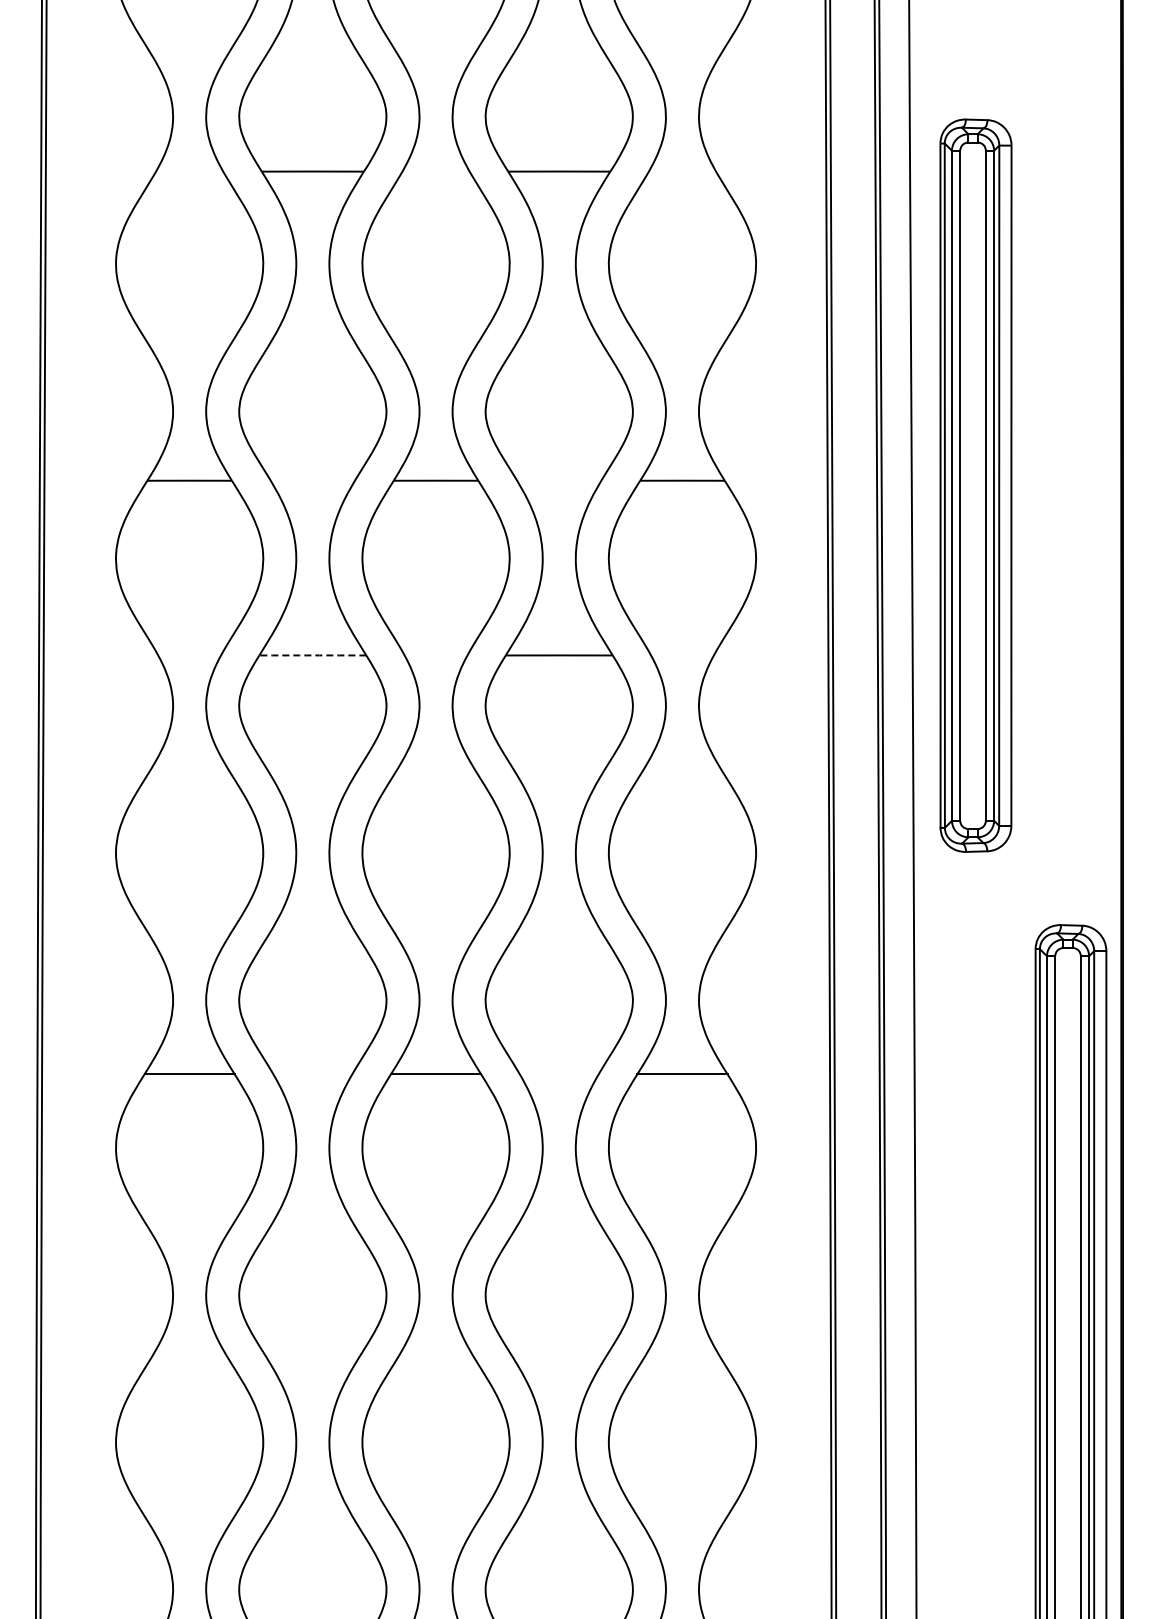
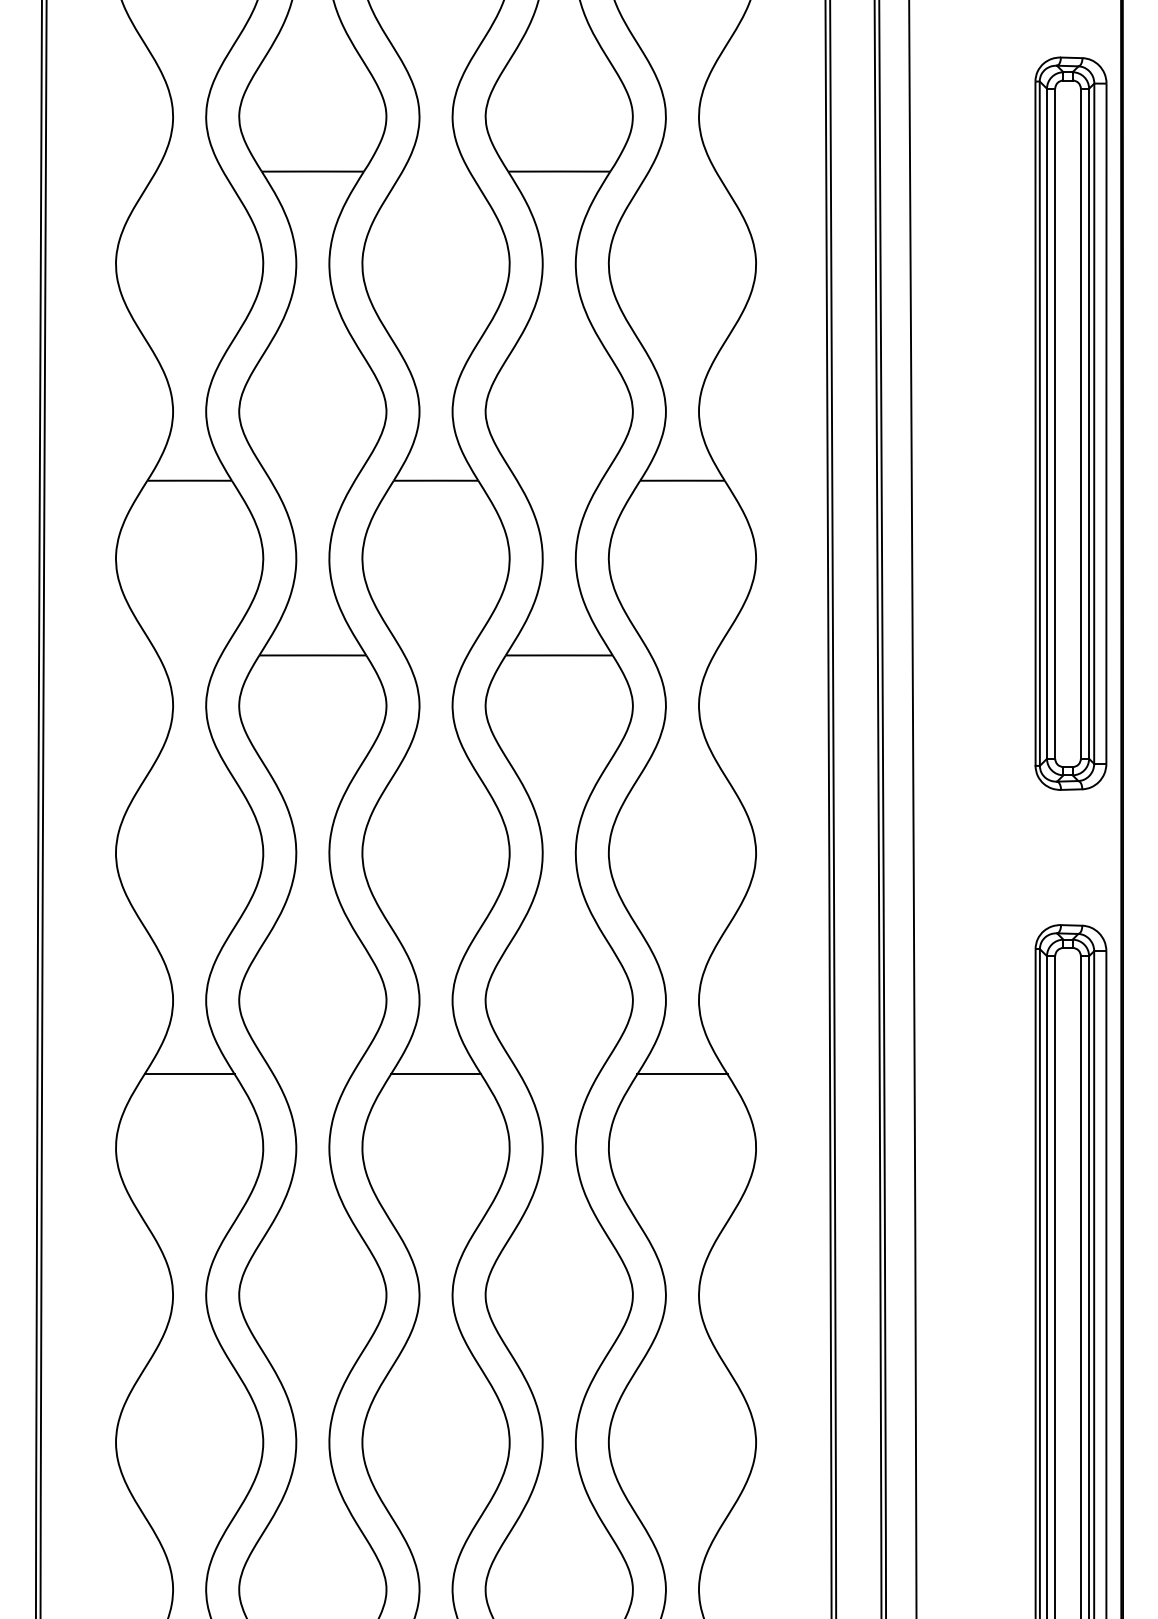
part at (975, 485) position: (975, 485) -> (1070, 423)
arc at (312, 655): dashed -> solid
